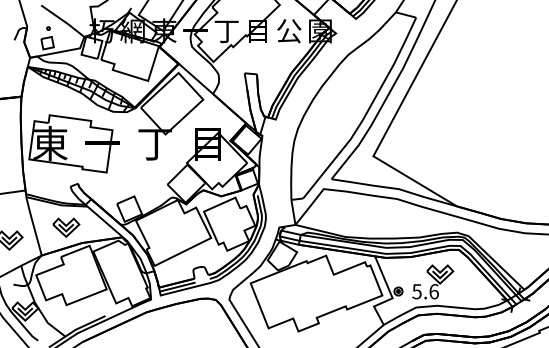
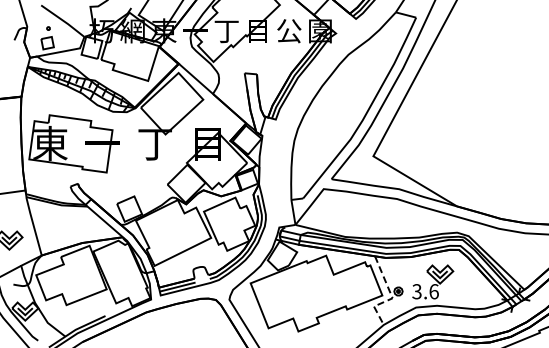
part at (66, 227): present -> none
text at (416, 291): 5.6 -> 3.6
line at (392, 297): solid -> dashed
